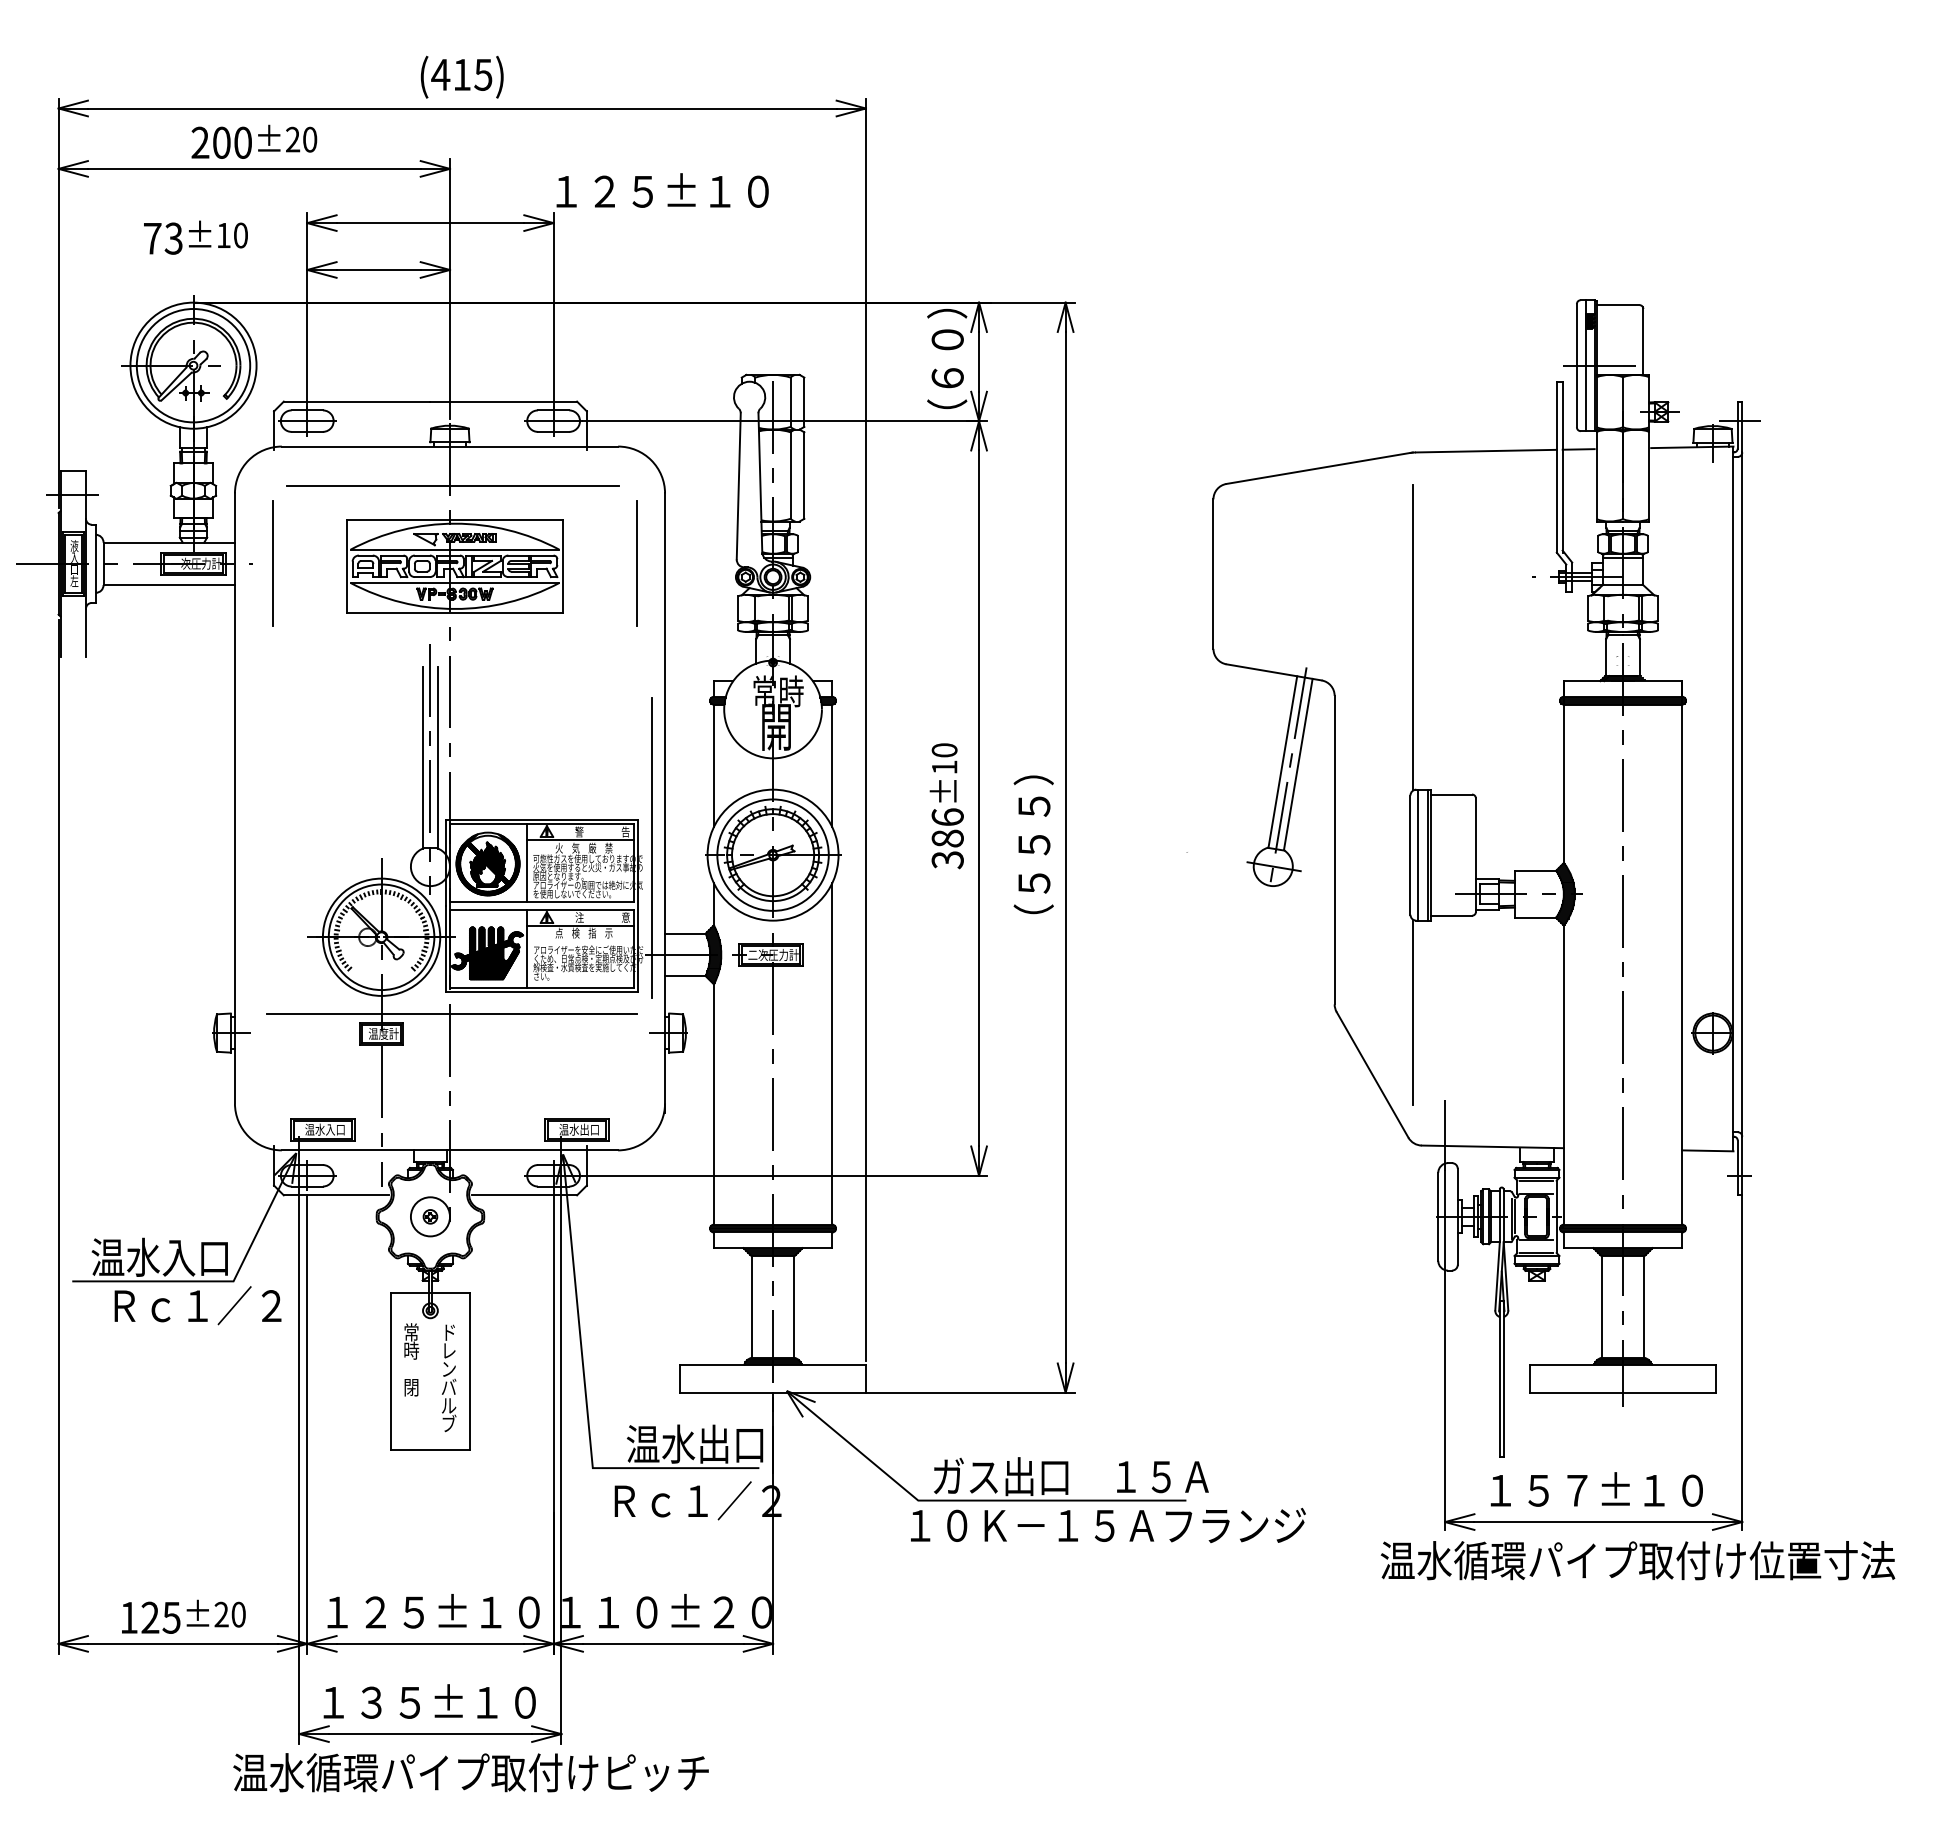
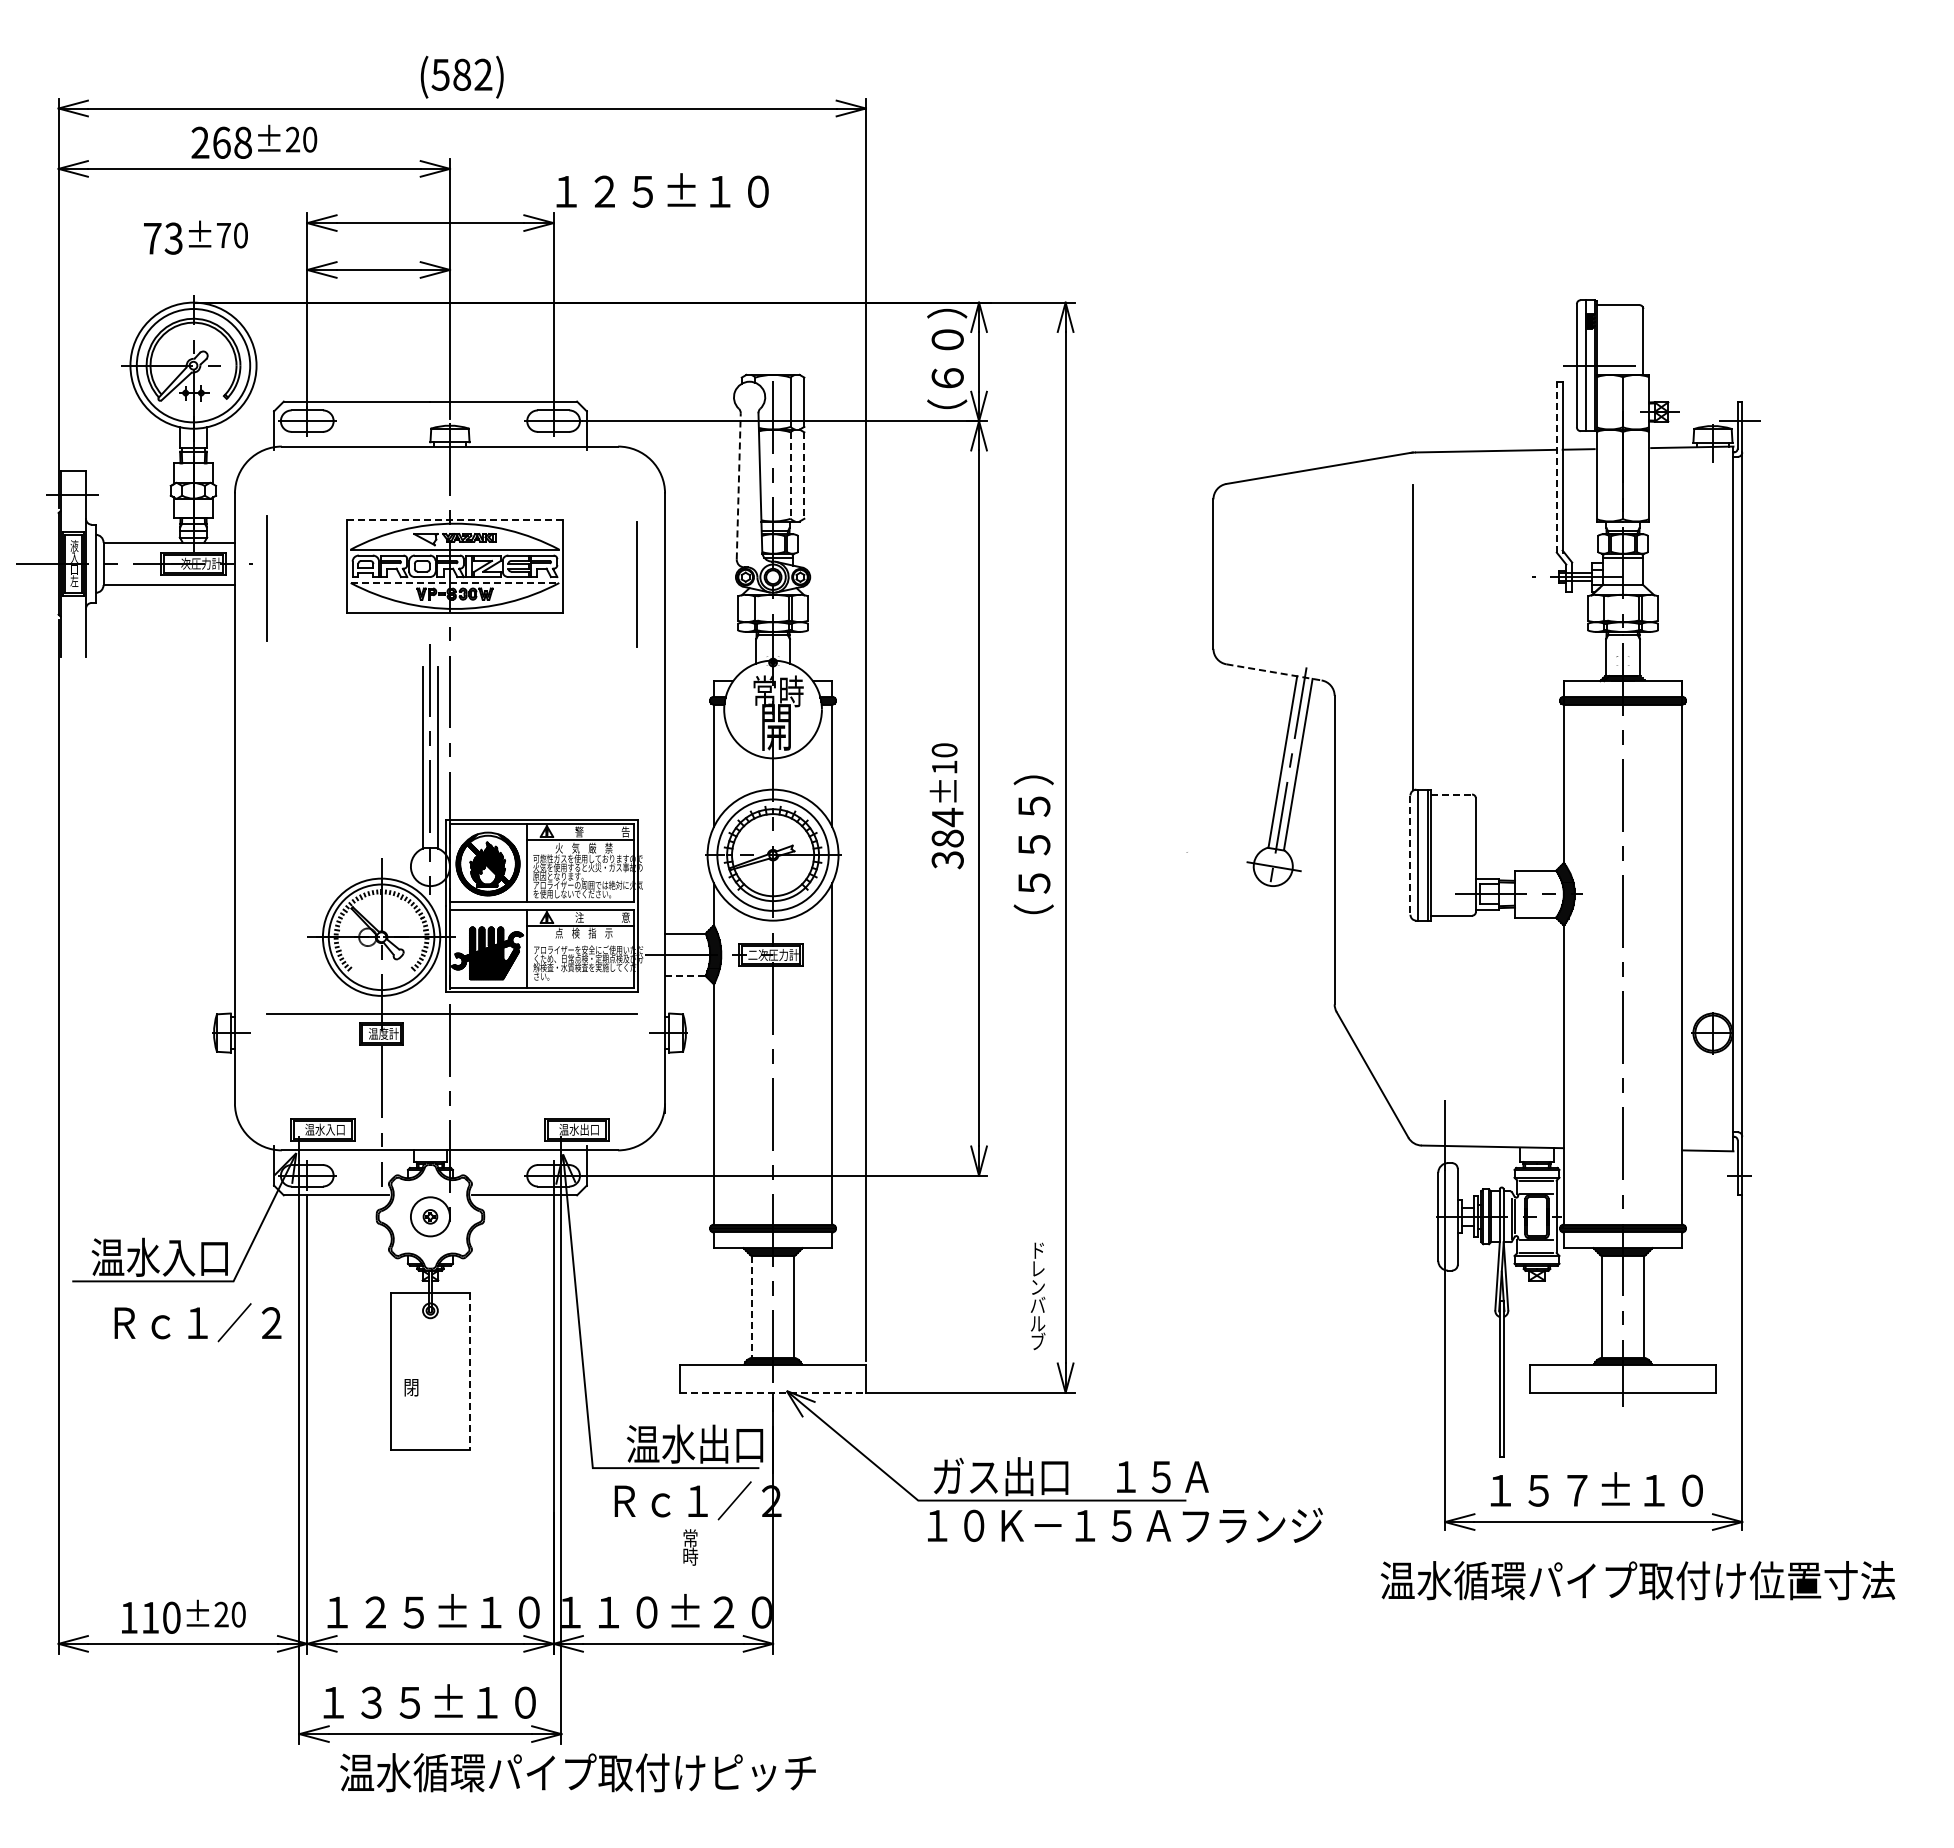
text at (461, 74): (415) -> (582)
text at (232, 142): 200 -> 268
text at (223, 235): ±10 -> ±70
line at (1556, 466): solid -> dashed
line at (790, 476): solid -> dashed
line at (804, 476): solid -> dashed
line at (452, 485): present -> none
line at (738, 485): solid -> dashed
line at (455, 519): solid -> dashed
line at (272, 563) position: (272, 563) -> (266, 578)
line at (636, 563) position: (636, 563) -> (636, 584)
line at (455, 583): solid -> dashed
line at (1274, 672): solid -> dashed
line at (1451, 794): solid -> dashed
text at (947, 817): 386 -> 384
line at (652, 847): present -> none
line at (1410, 855): solid -> dashed
line at (685, 976): solid -> dashed
line at (1412, 1012): present -> none
text at (197, 1305) position: (197, 1305) -> (197, 1322)
line at (751, 1307): solid -> dashed
text at (411, 1341) position: (411, 1341) -> (690, 1547)
line at (469, 1371): solid -> dashed
text at (448, 1378) position: (448, 1378) -> (1037, 1296)
line at (773, 1392): solid -> dashed
text at (1108, 1525) position: (1108, 1525) -> (1125, 1525)
text at (1637, 1560) position: (1637, 1560) -> (1637, 1580)
text at (160, 1617): 125 -> 110
text at (470, 1772) position: (470, 1772) -> (577, 1772)
